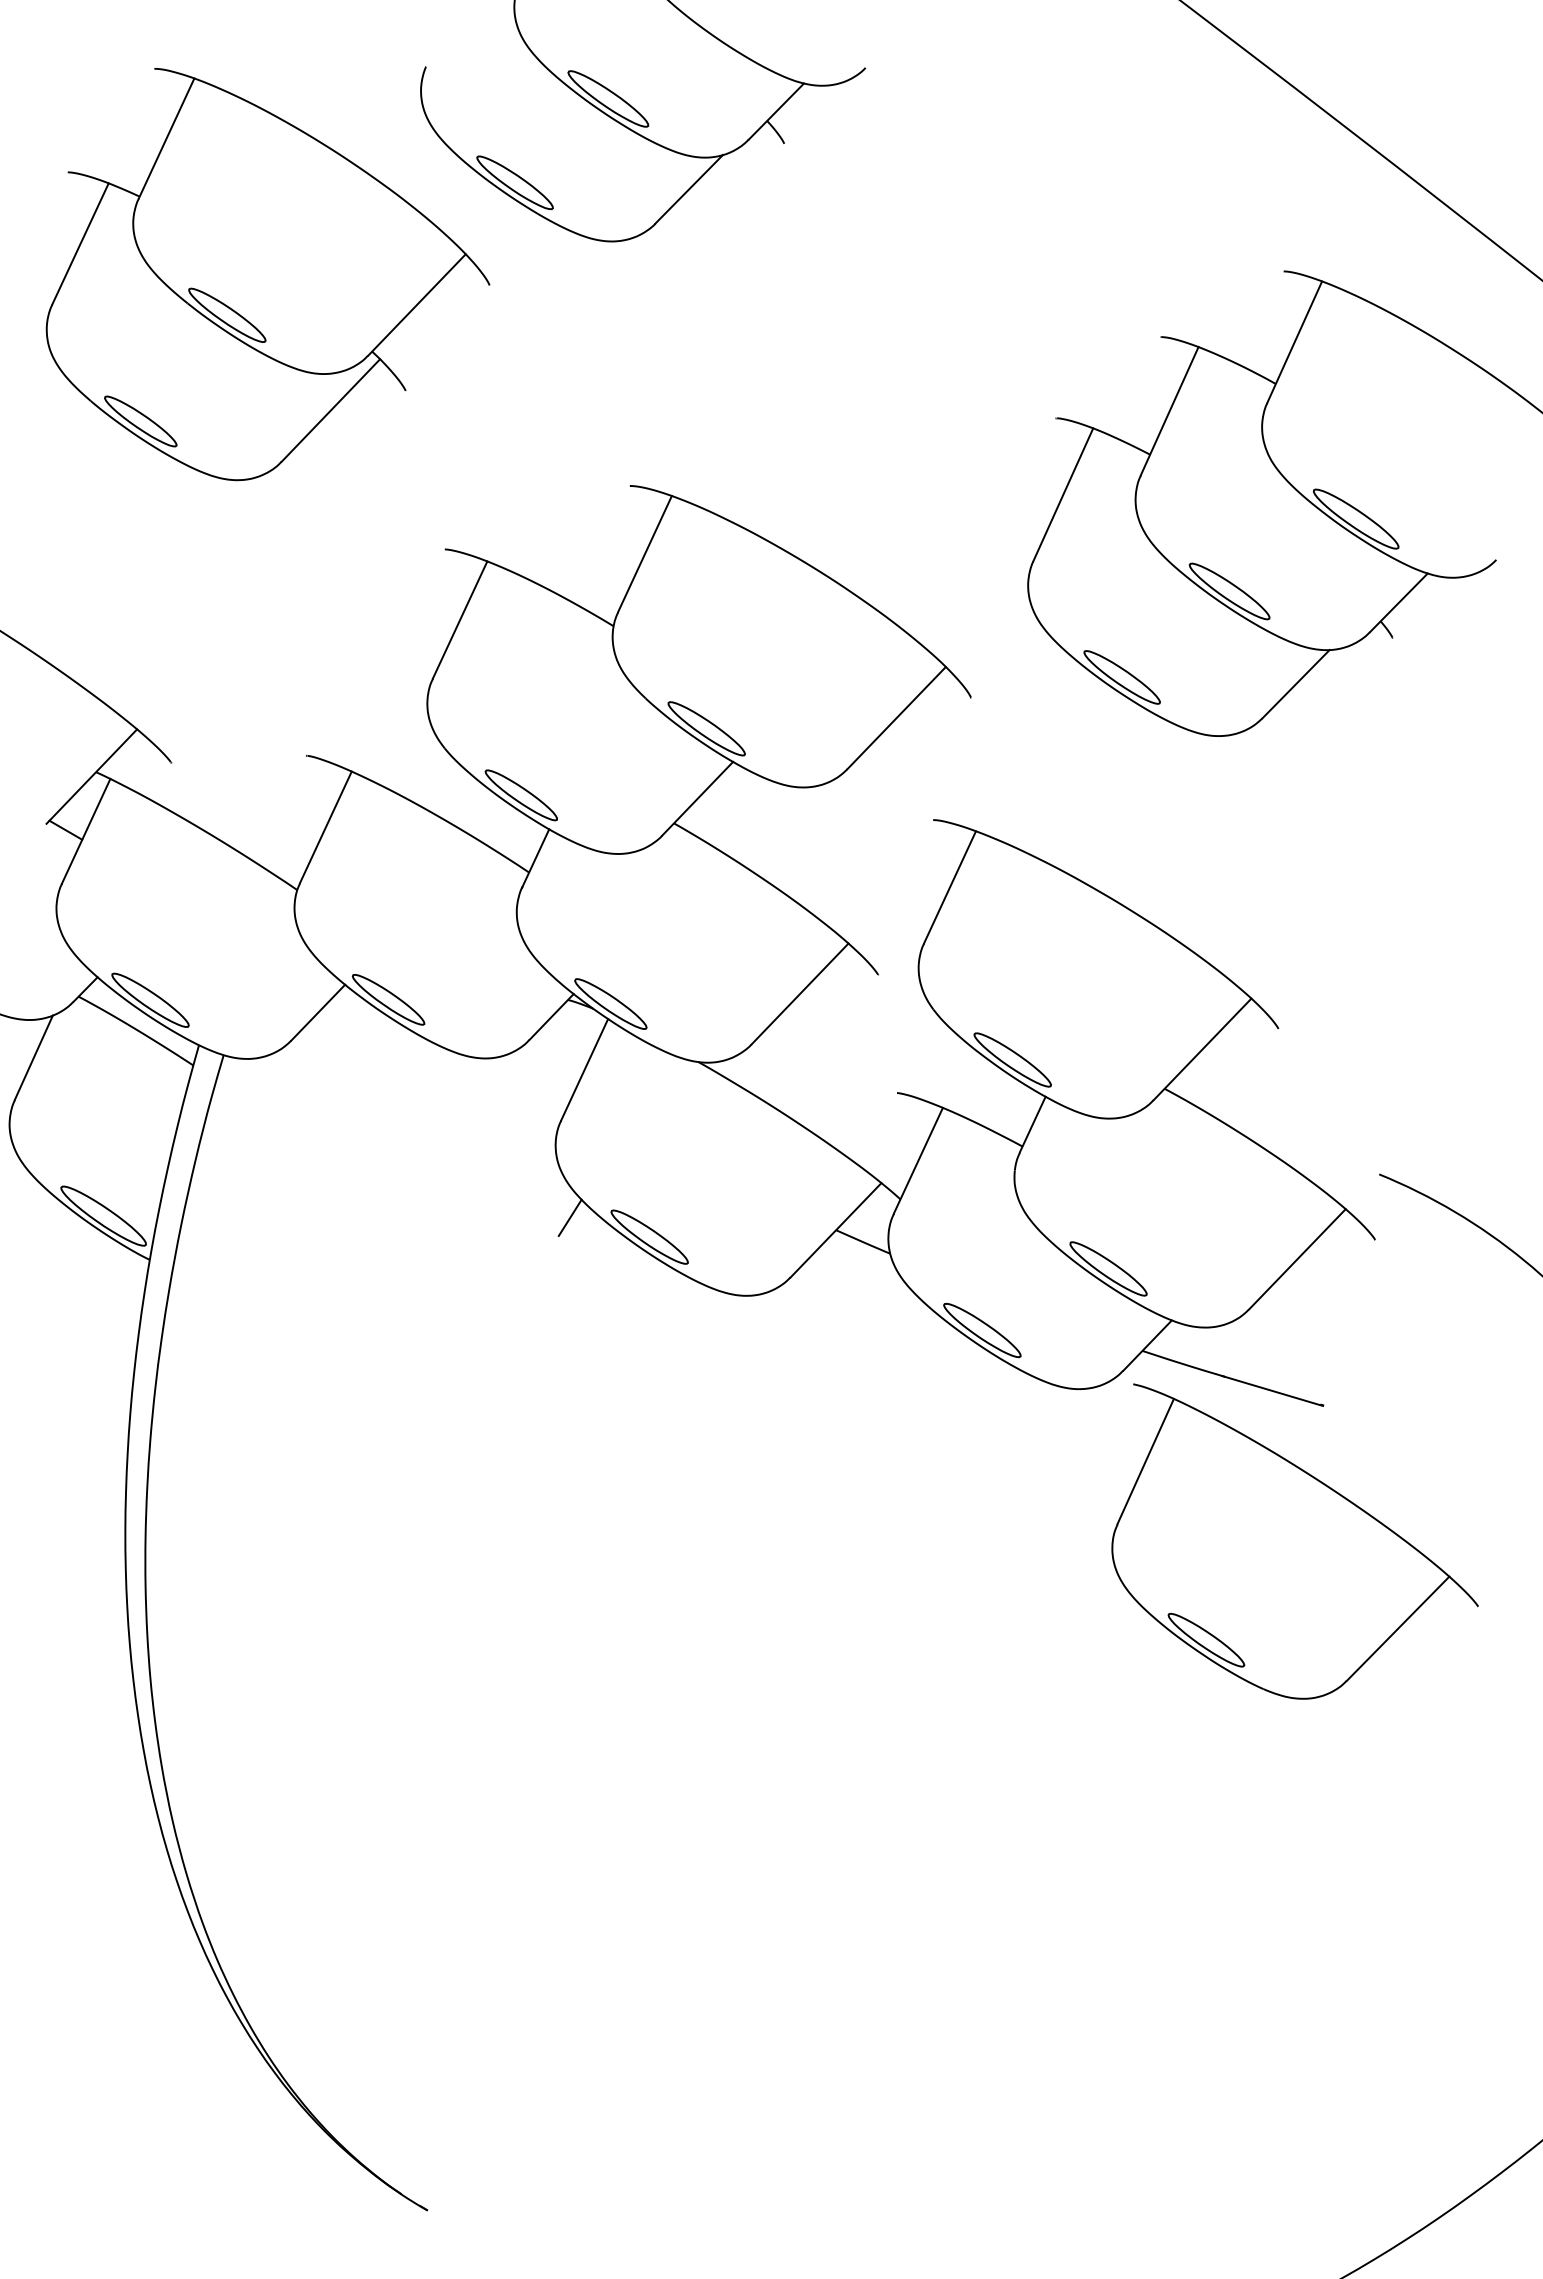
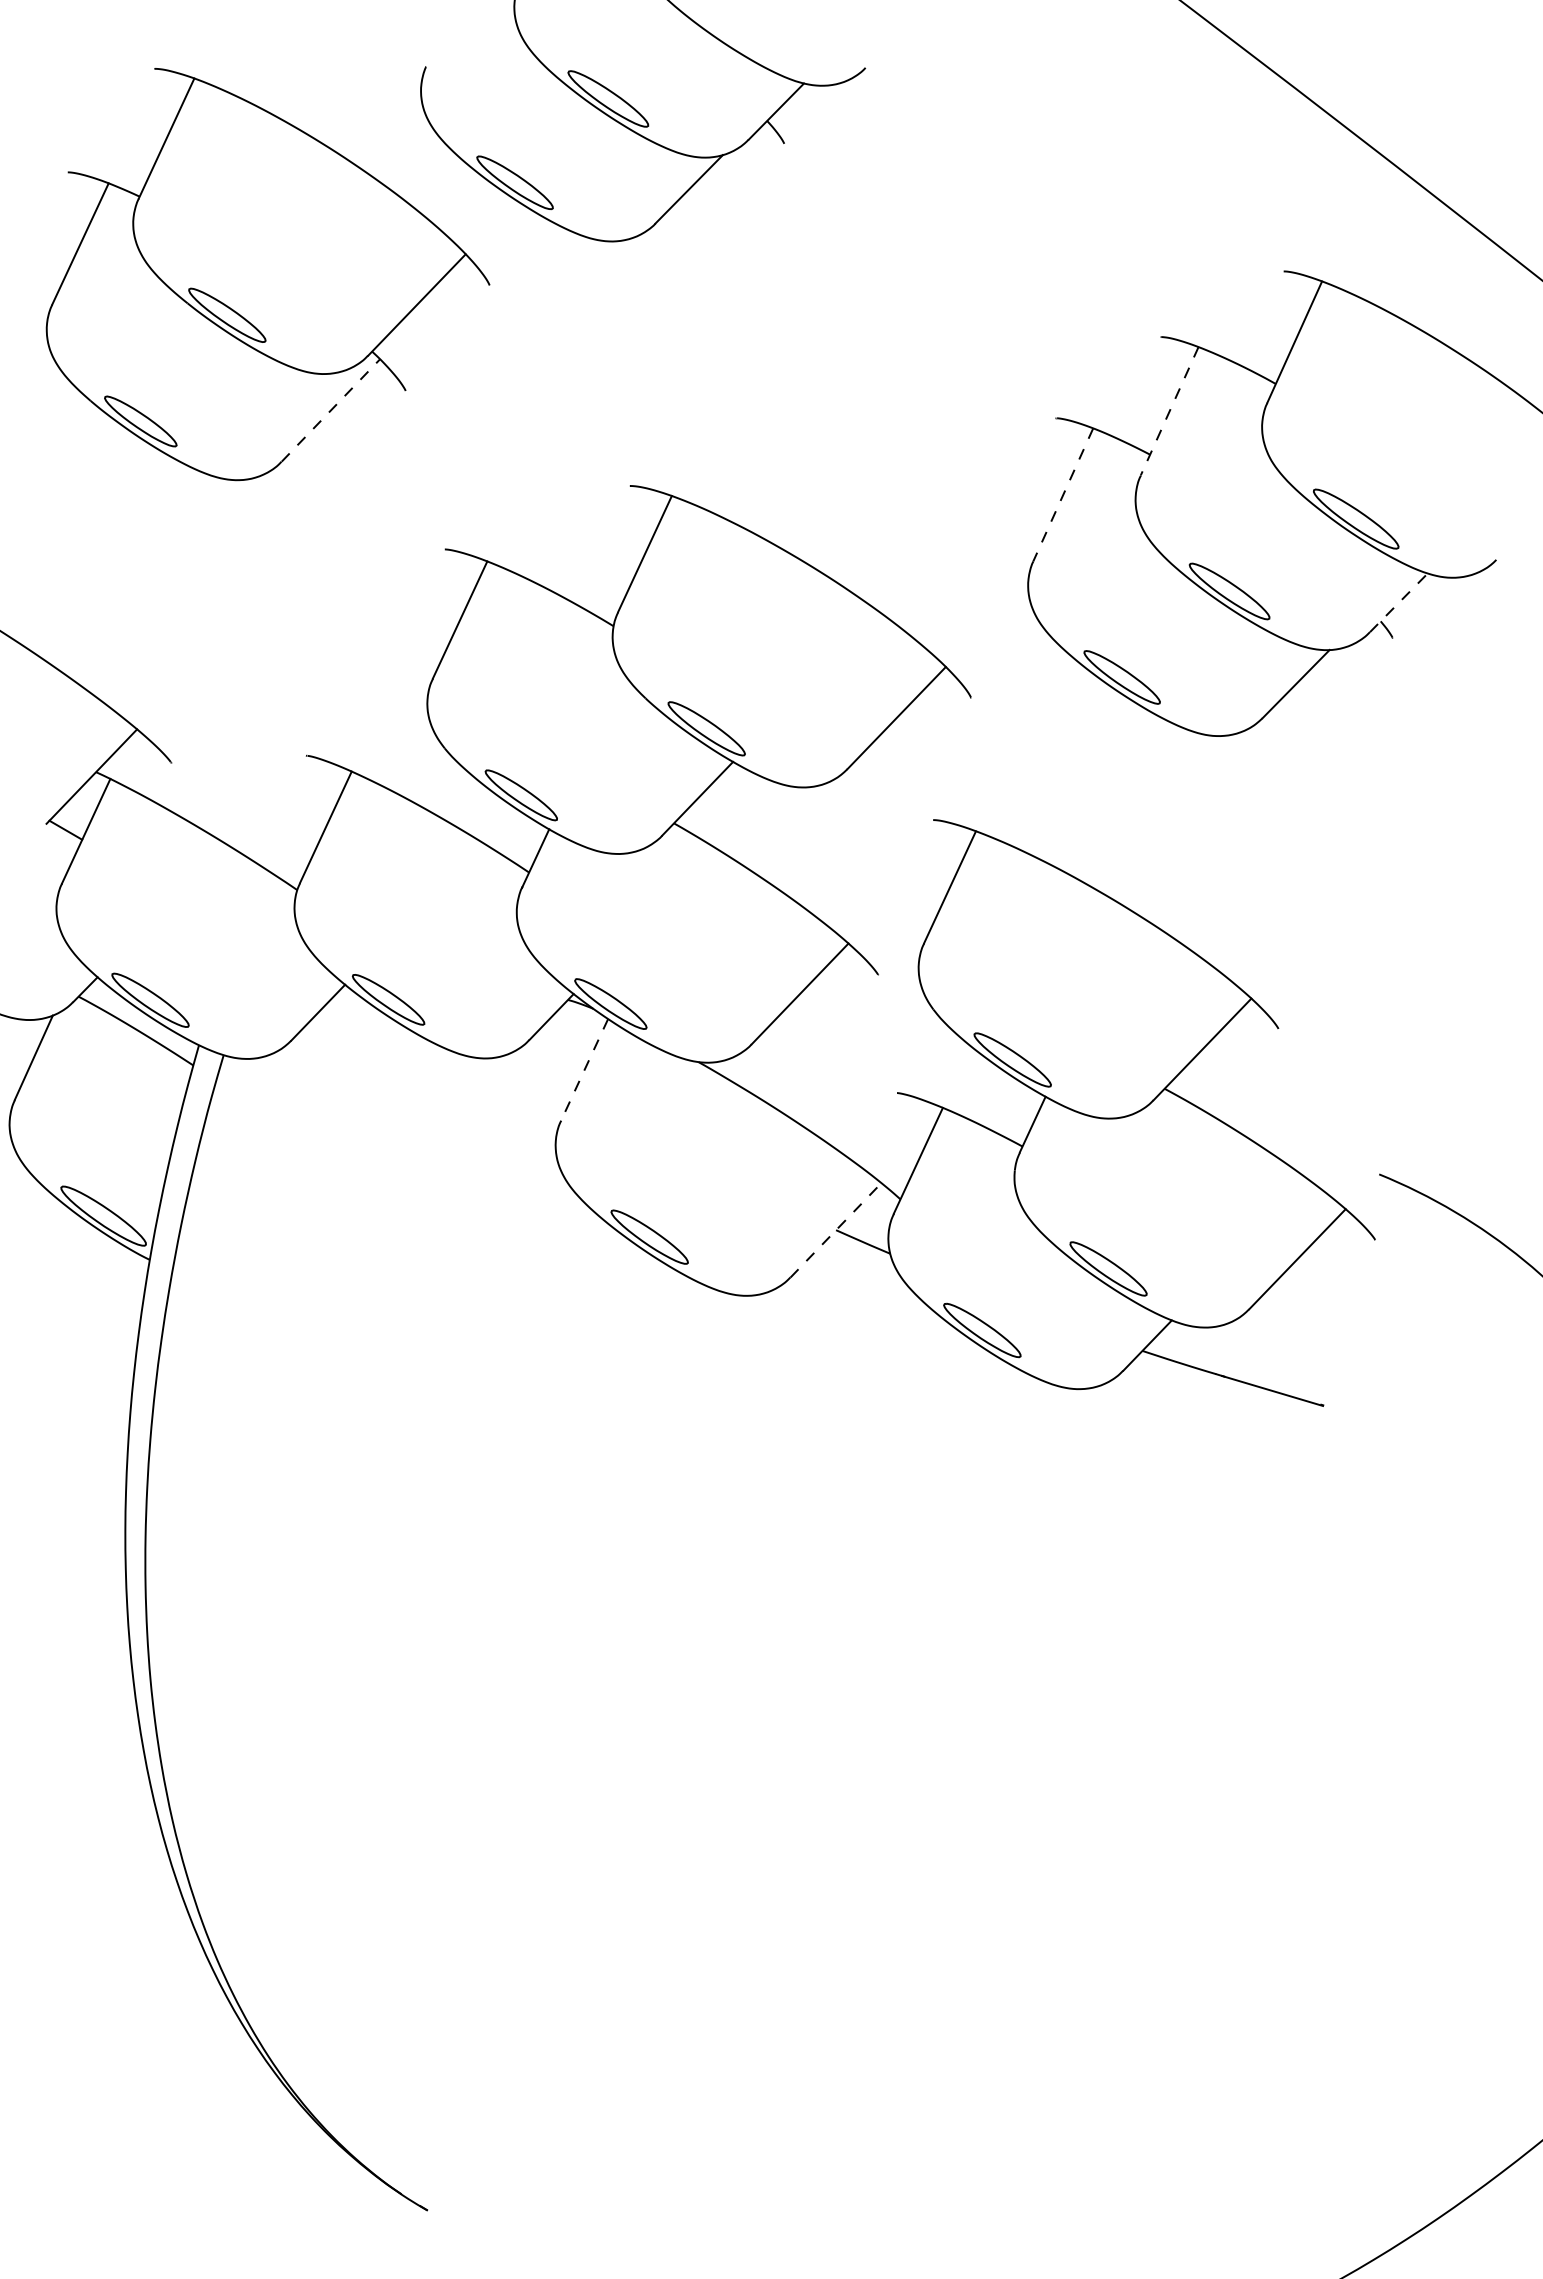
line at (330, 410): solid -> dashed
line at (1169, 411): solid -> dashed
line at (1063, 494): solid -> dashed
line at (1399, 602): solid -> dashed
line at (584, 1069): solid -> dashed
line at (569, 1217): present -> none
line at (836, 1229): solid -> dashed
part at (1294, 1541): present -> none
